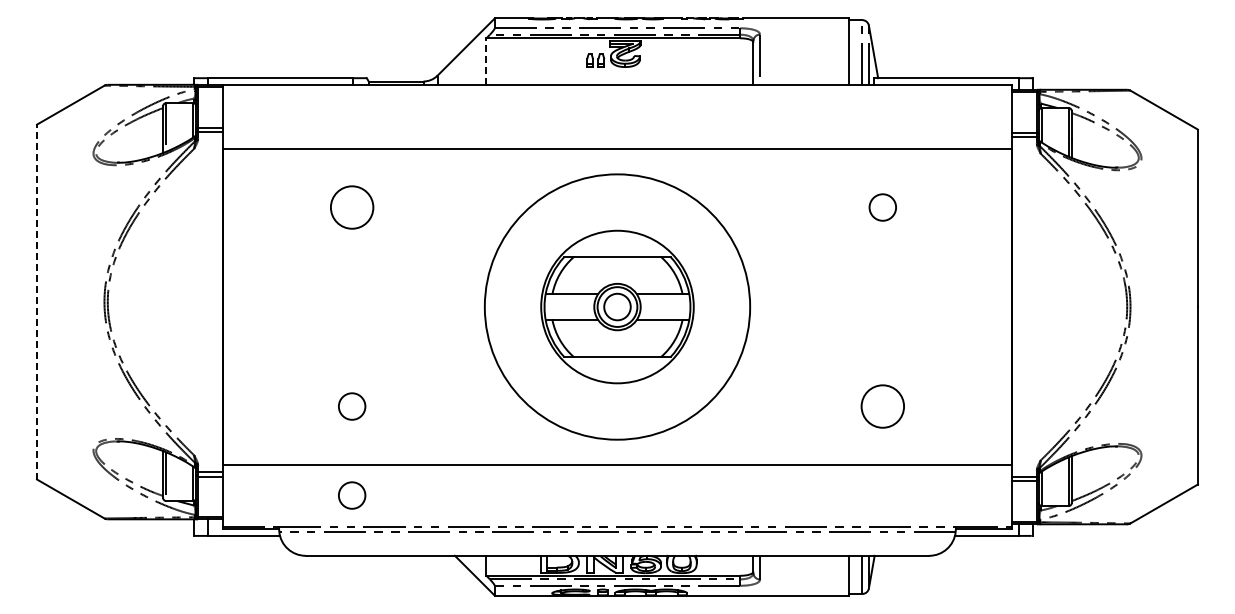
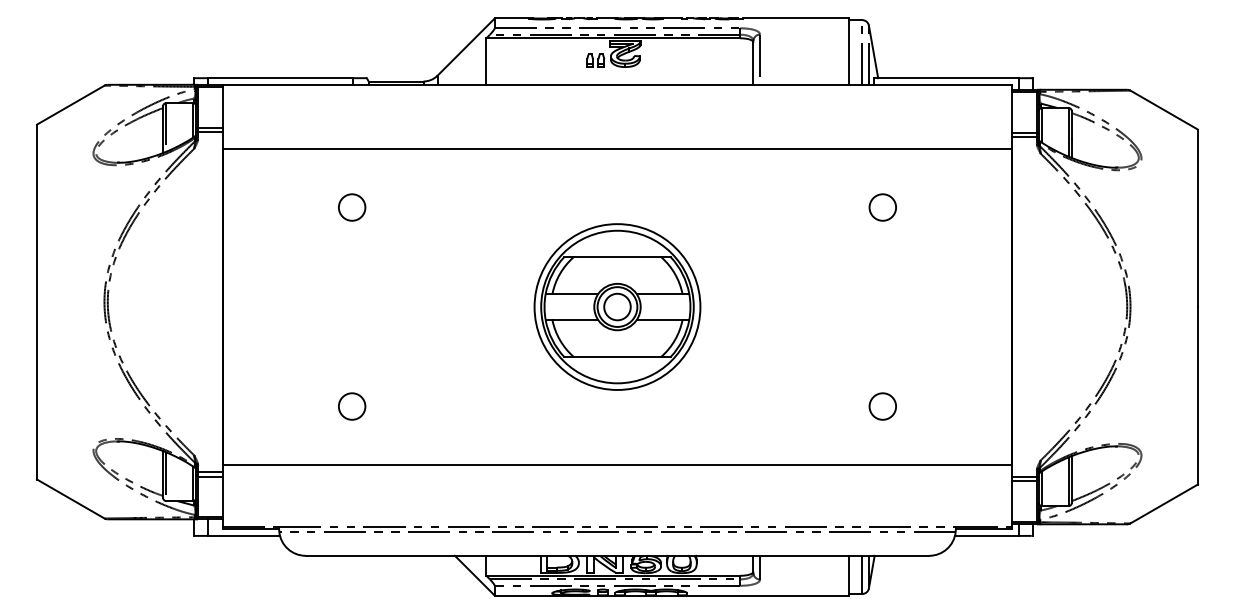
line at (486, 61): dashed -> solid
circle at (351, 207) diameter: 42 px -> 27 px
line at (37, 301): dashed -> solid
circle at (617, 306) diameter: 265 px -> 166 px
circle at (882, 406) diameter: 42 px -> 27 px
circle at (352, 495): present -> none
